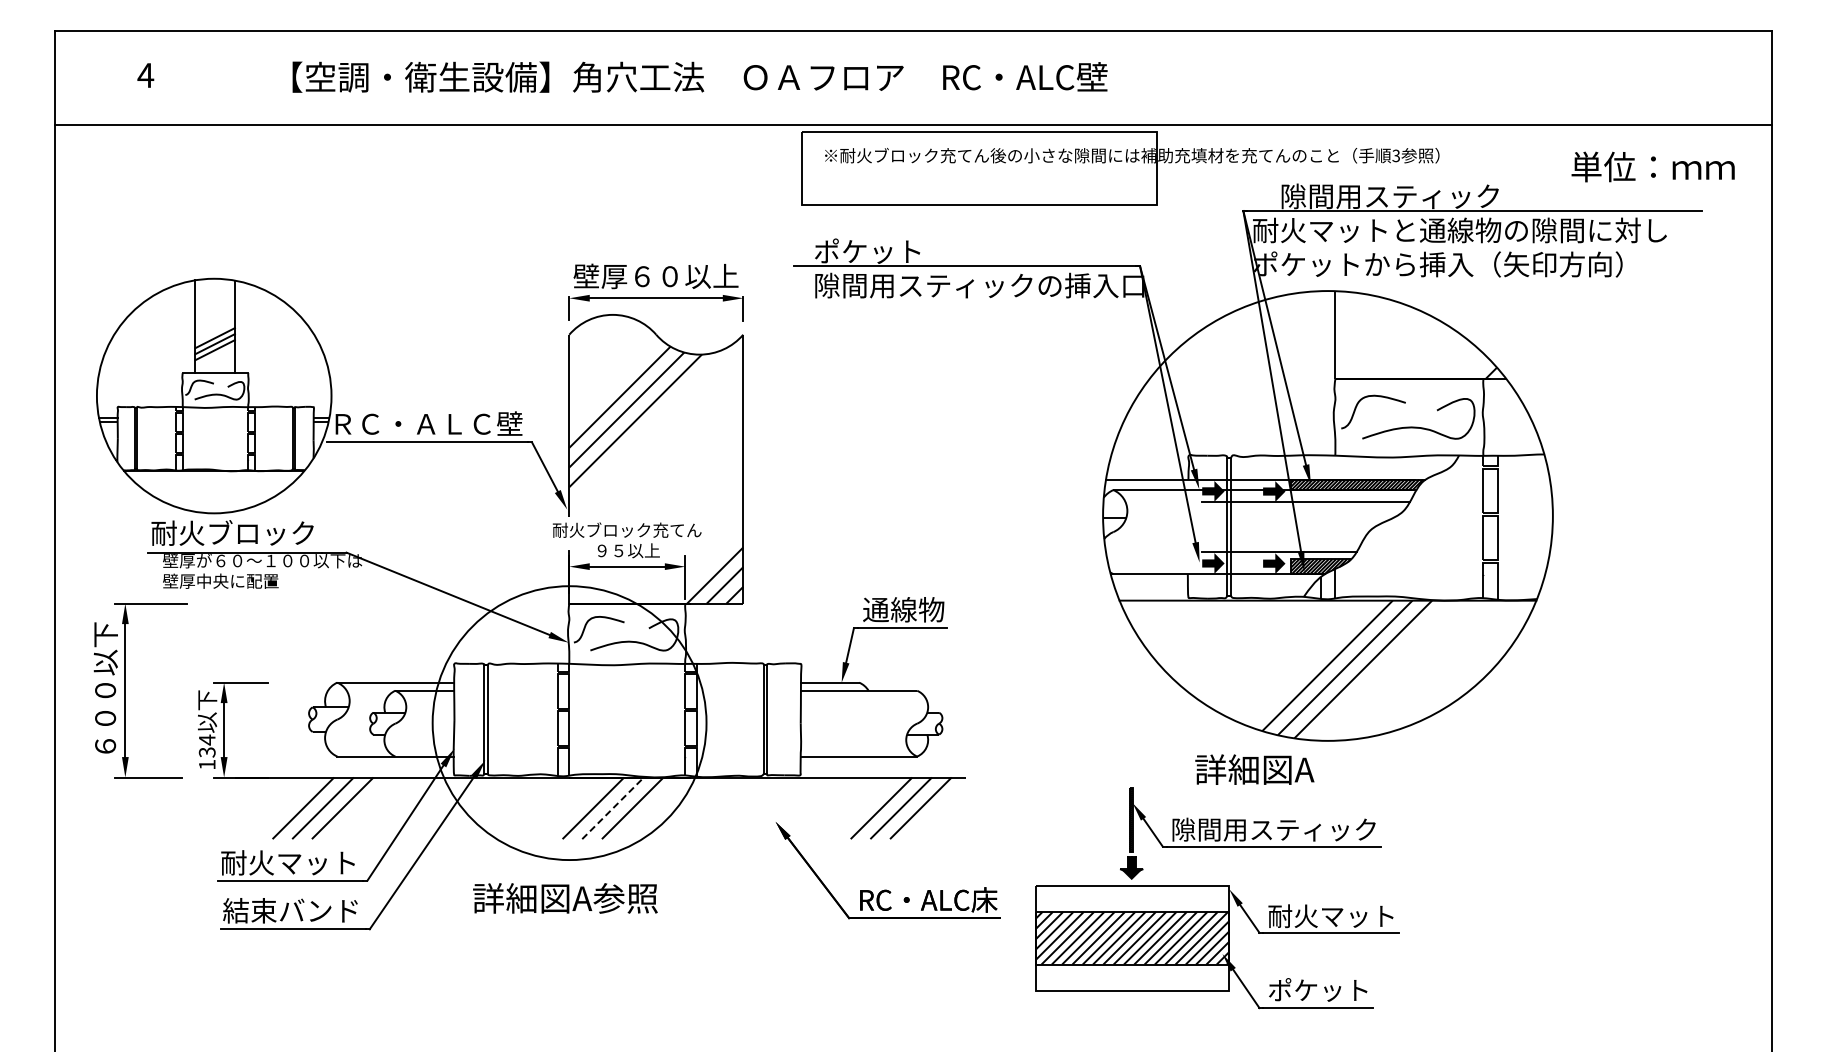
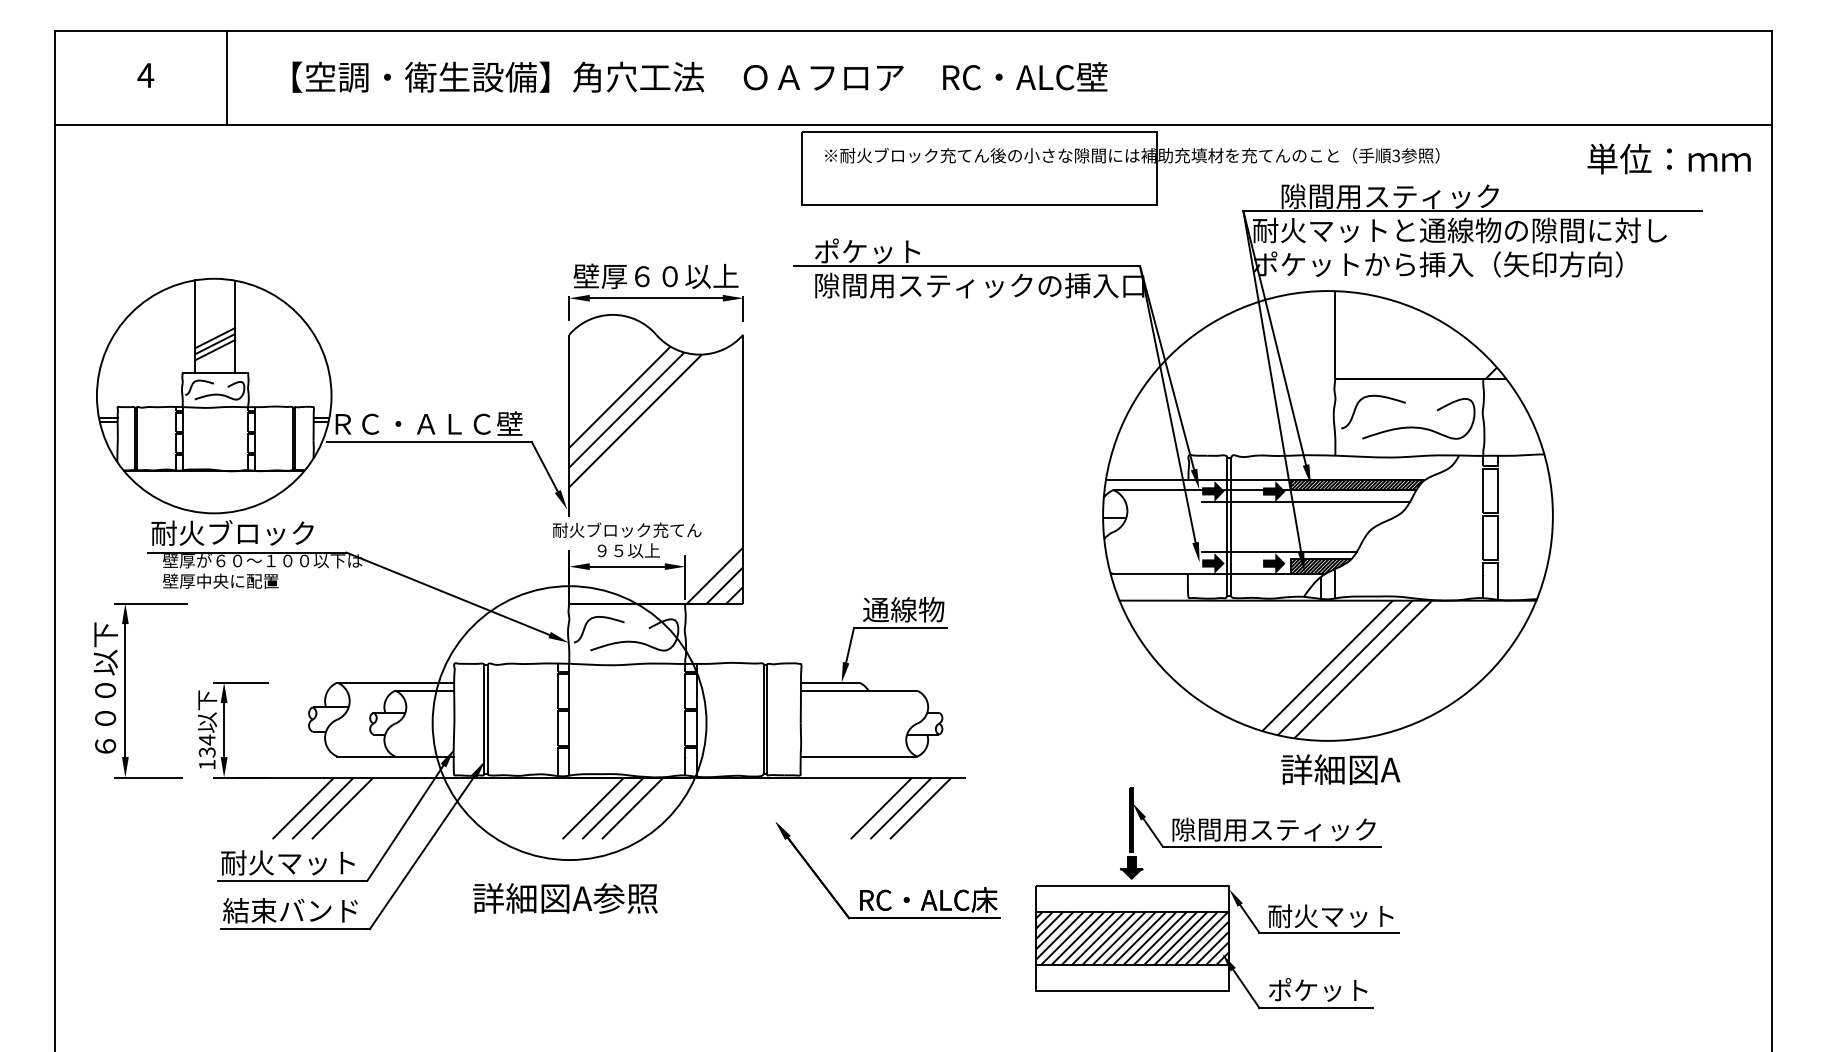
line at (227, 77): none -> present
text at (1652, 166) position: (1652, 166) -> (1668, 158)
text at (1254, 769) position: (1254, 769) -> (1340, 769)
line at (613, 808): dashed -> solid
